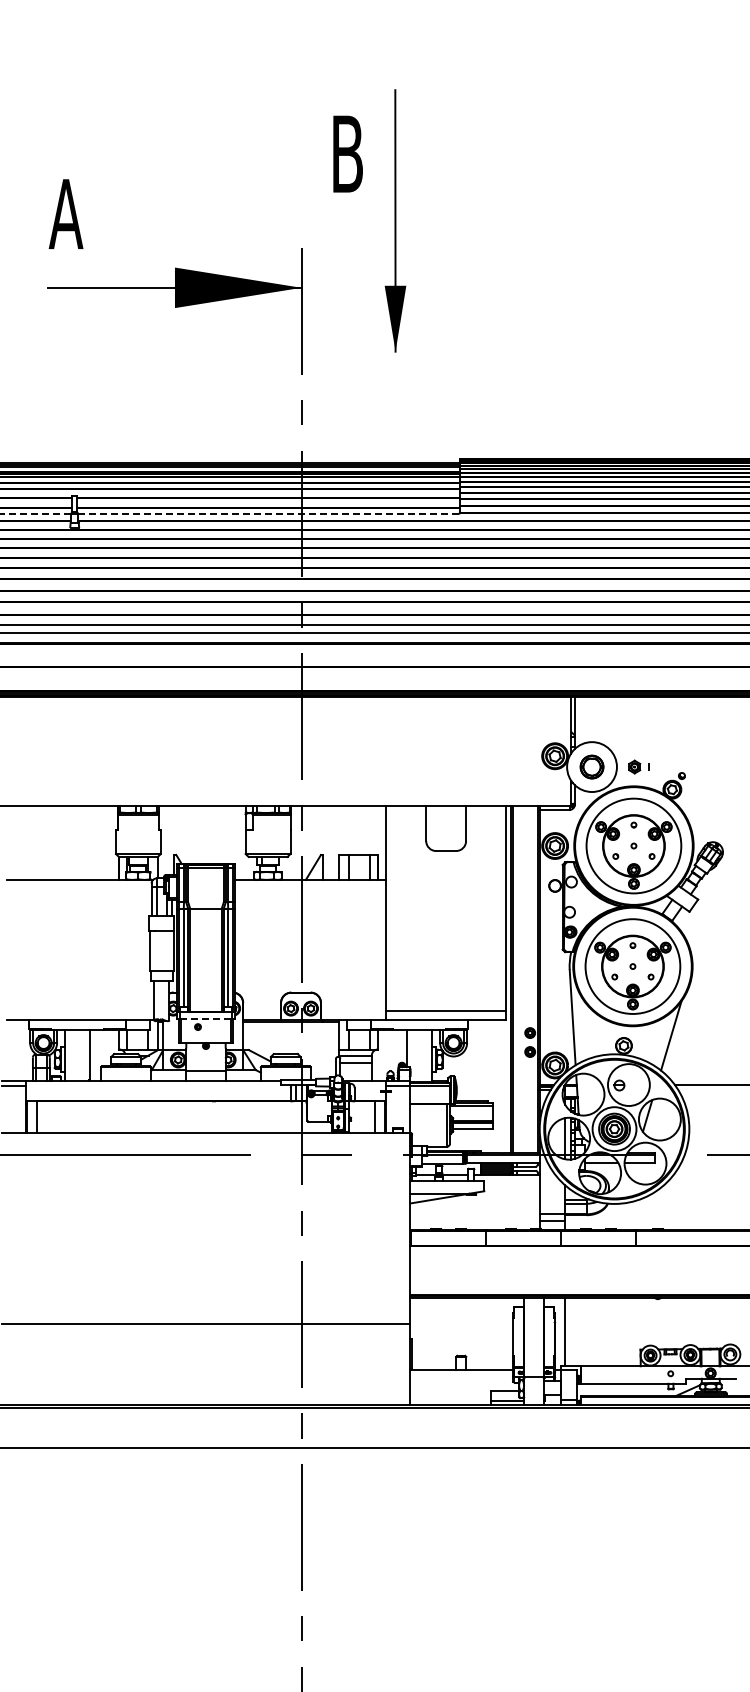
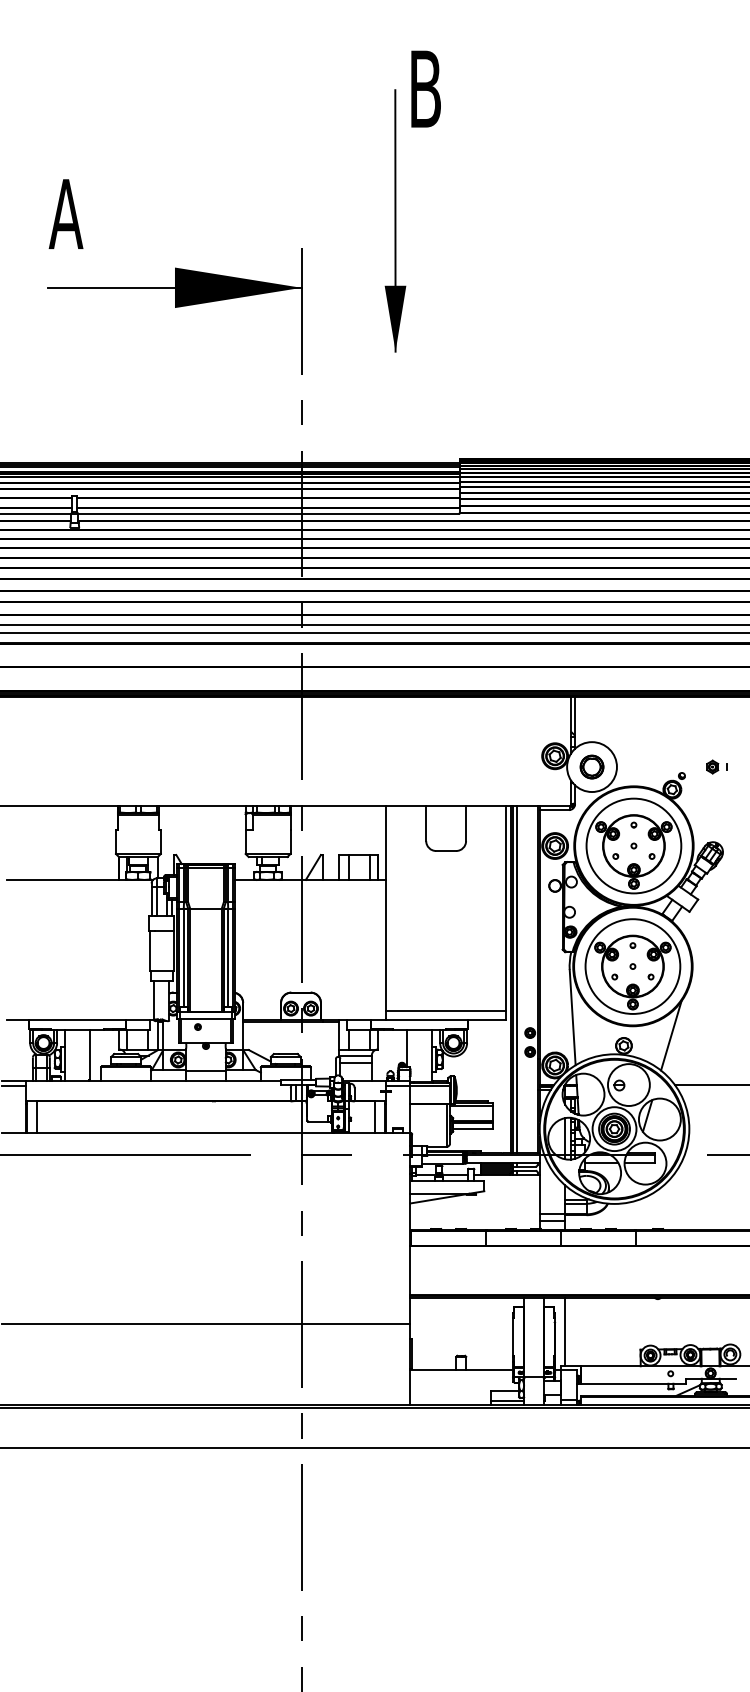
text at (347, 153) position: (347, 153) -> (425, 88)
line at (35, 513): dashed -> solid
line at (267, 513): dashed -> solid
part at (638, 766) position: (638, 766) -> (716, 766)
line at (516, 979): none -> present
line at (205, 1019): dashed -> solid
